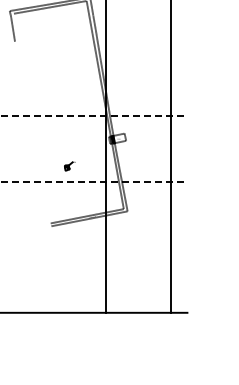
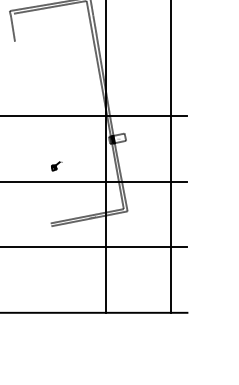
line at (94, 115): dashed -> solid
part at (69, 166) position: (69, 166) -> (56, 166)
line at (94, 181): dashed -> solid
line at (94, 247): none -> present
